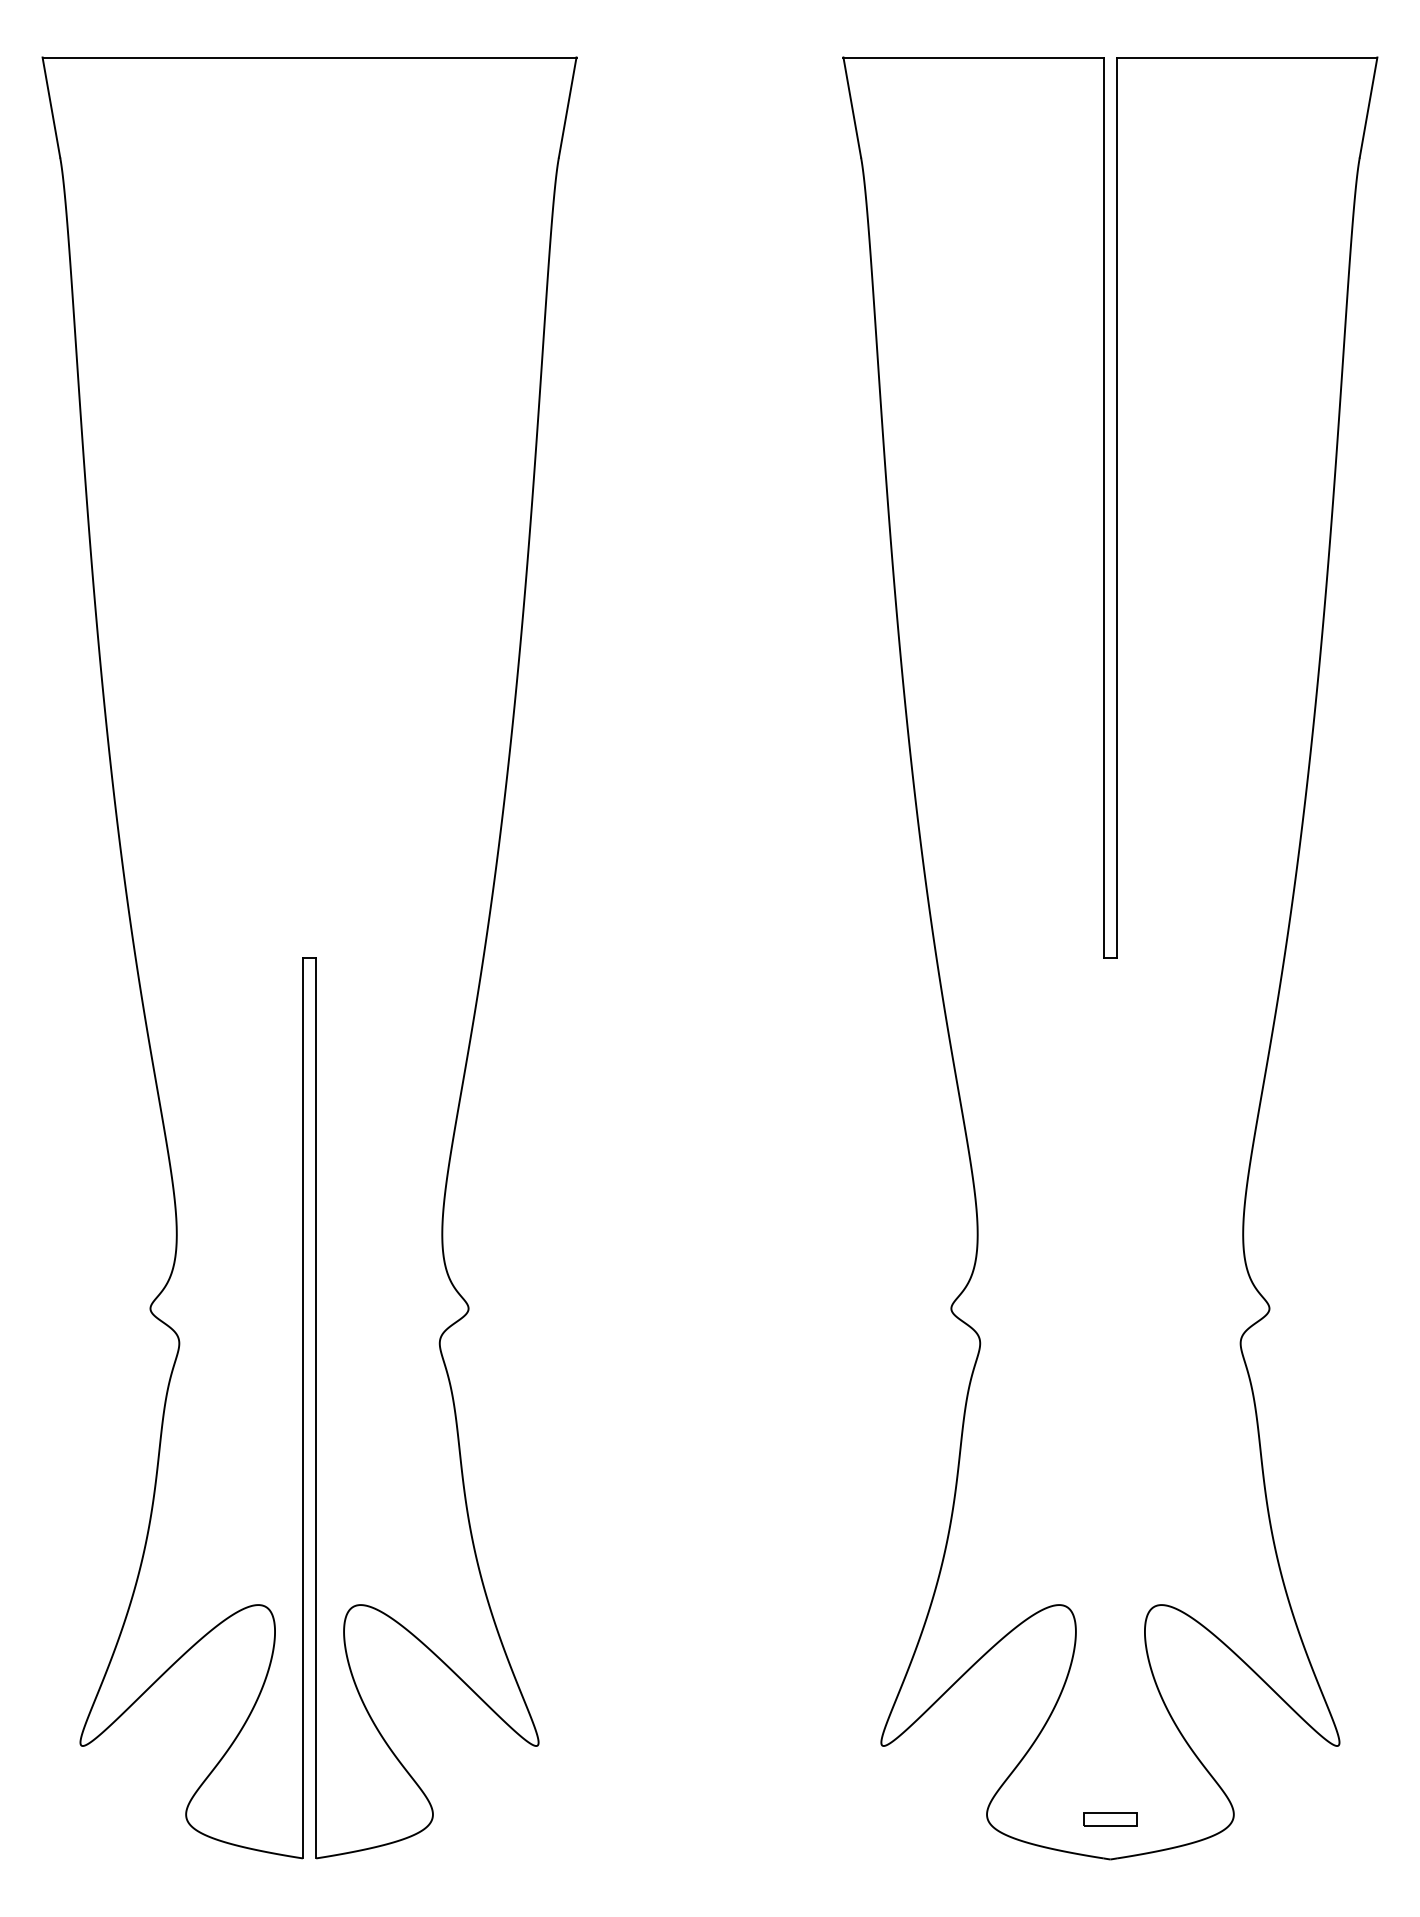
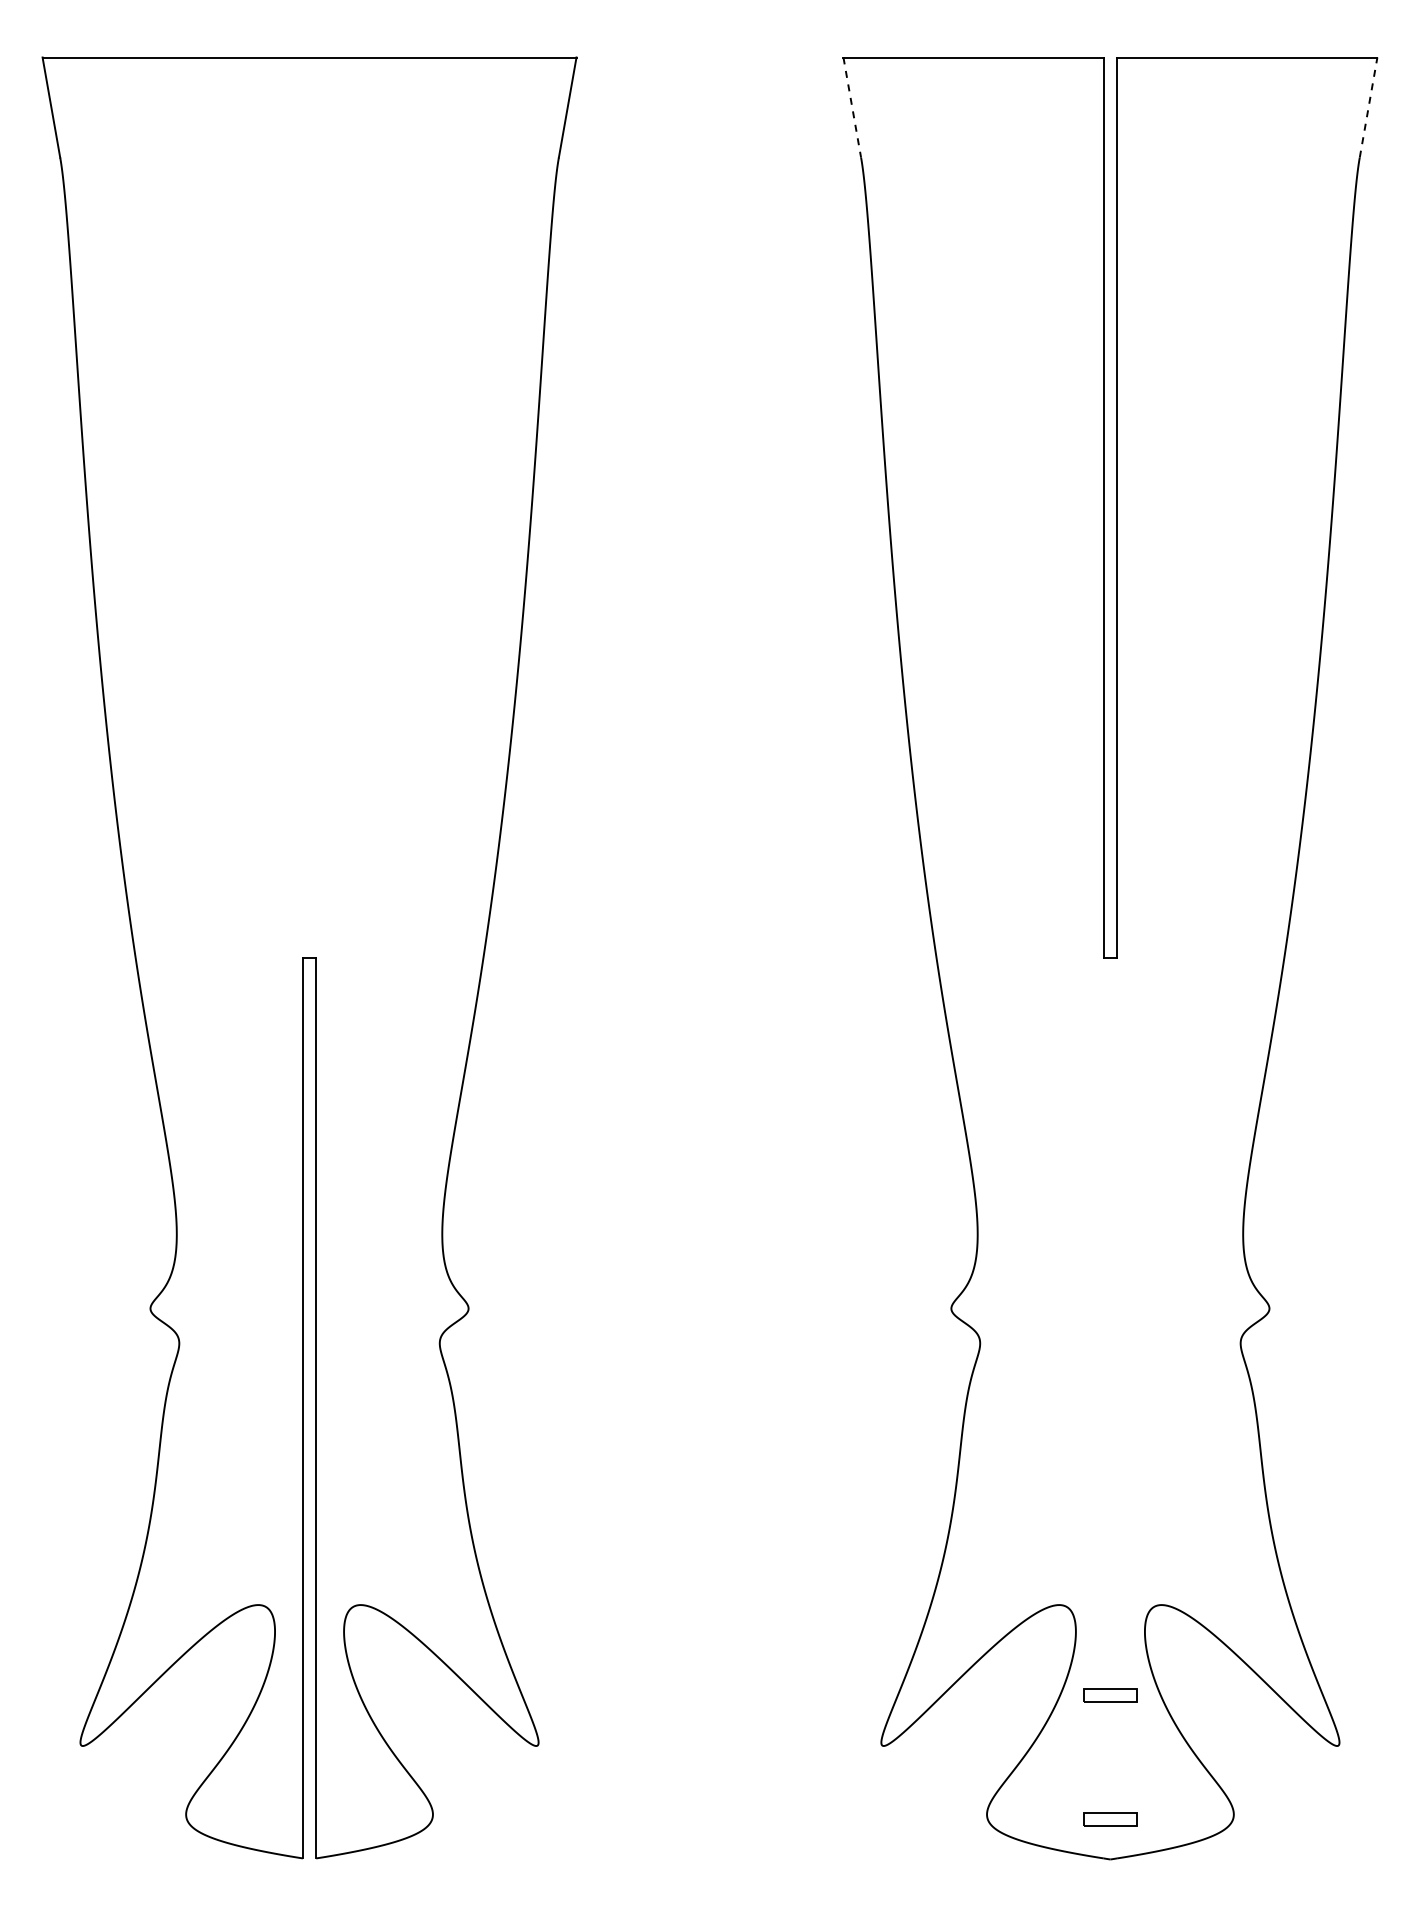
line at (852, 107): solid -> dashed
line at (1368, 107): solid -> dashed
part at (1110, 1695): none -> present
